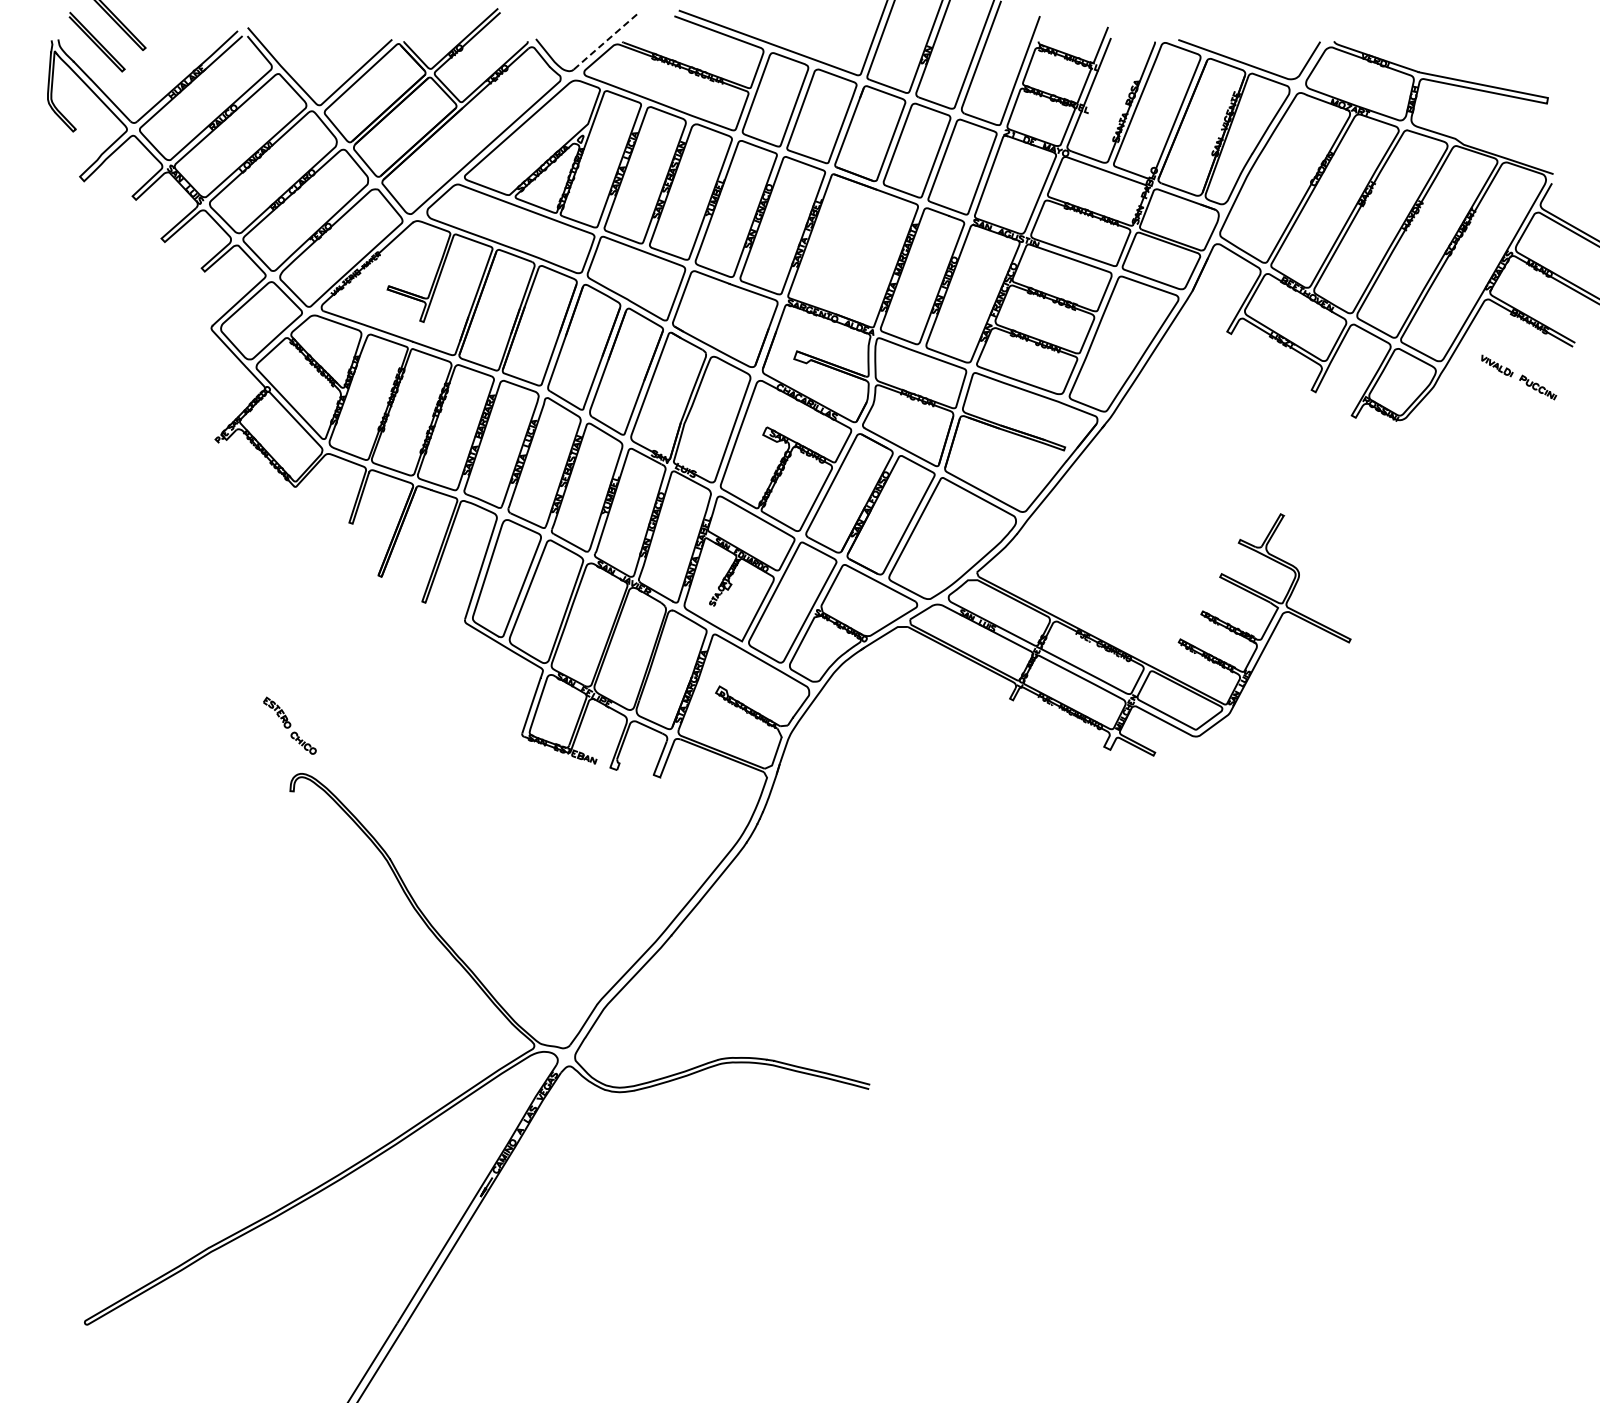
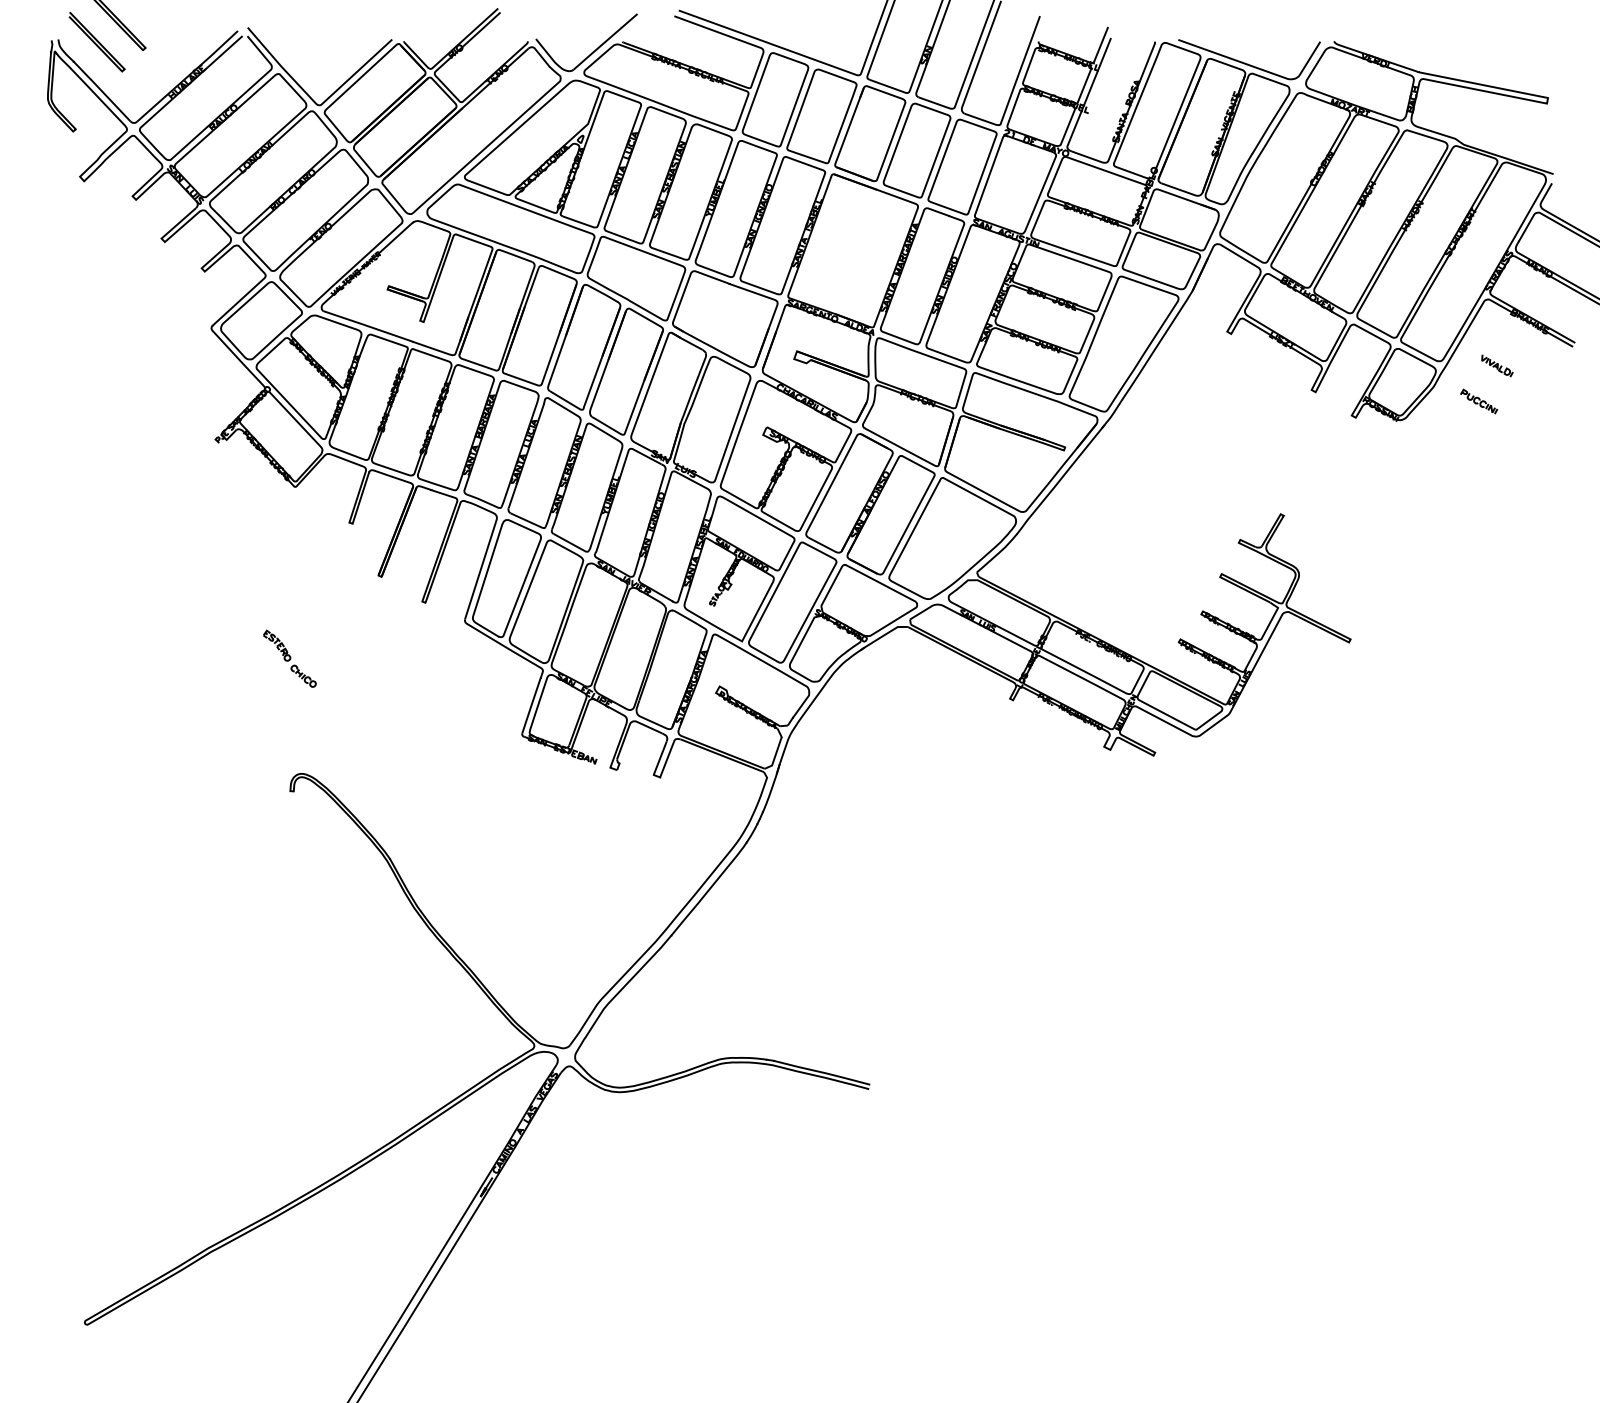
line at (605, 41): dashed -> solid
part at (1538, 387) position: (1538, 387) -> (1479, 401)
part at (289, 725) position: (289, 725) -> (289, 658)
